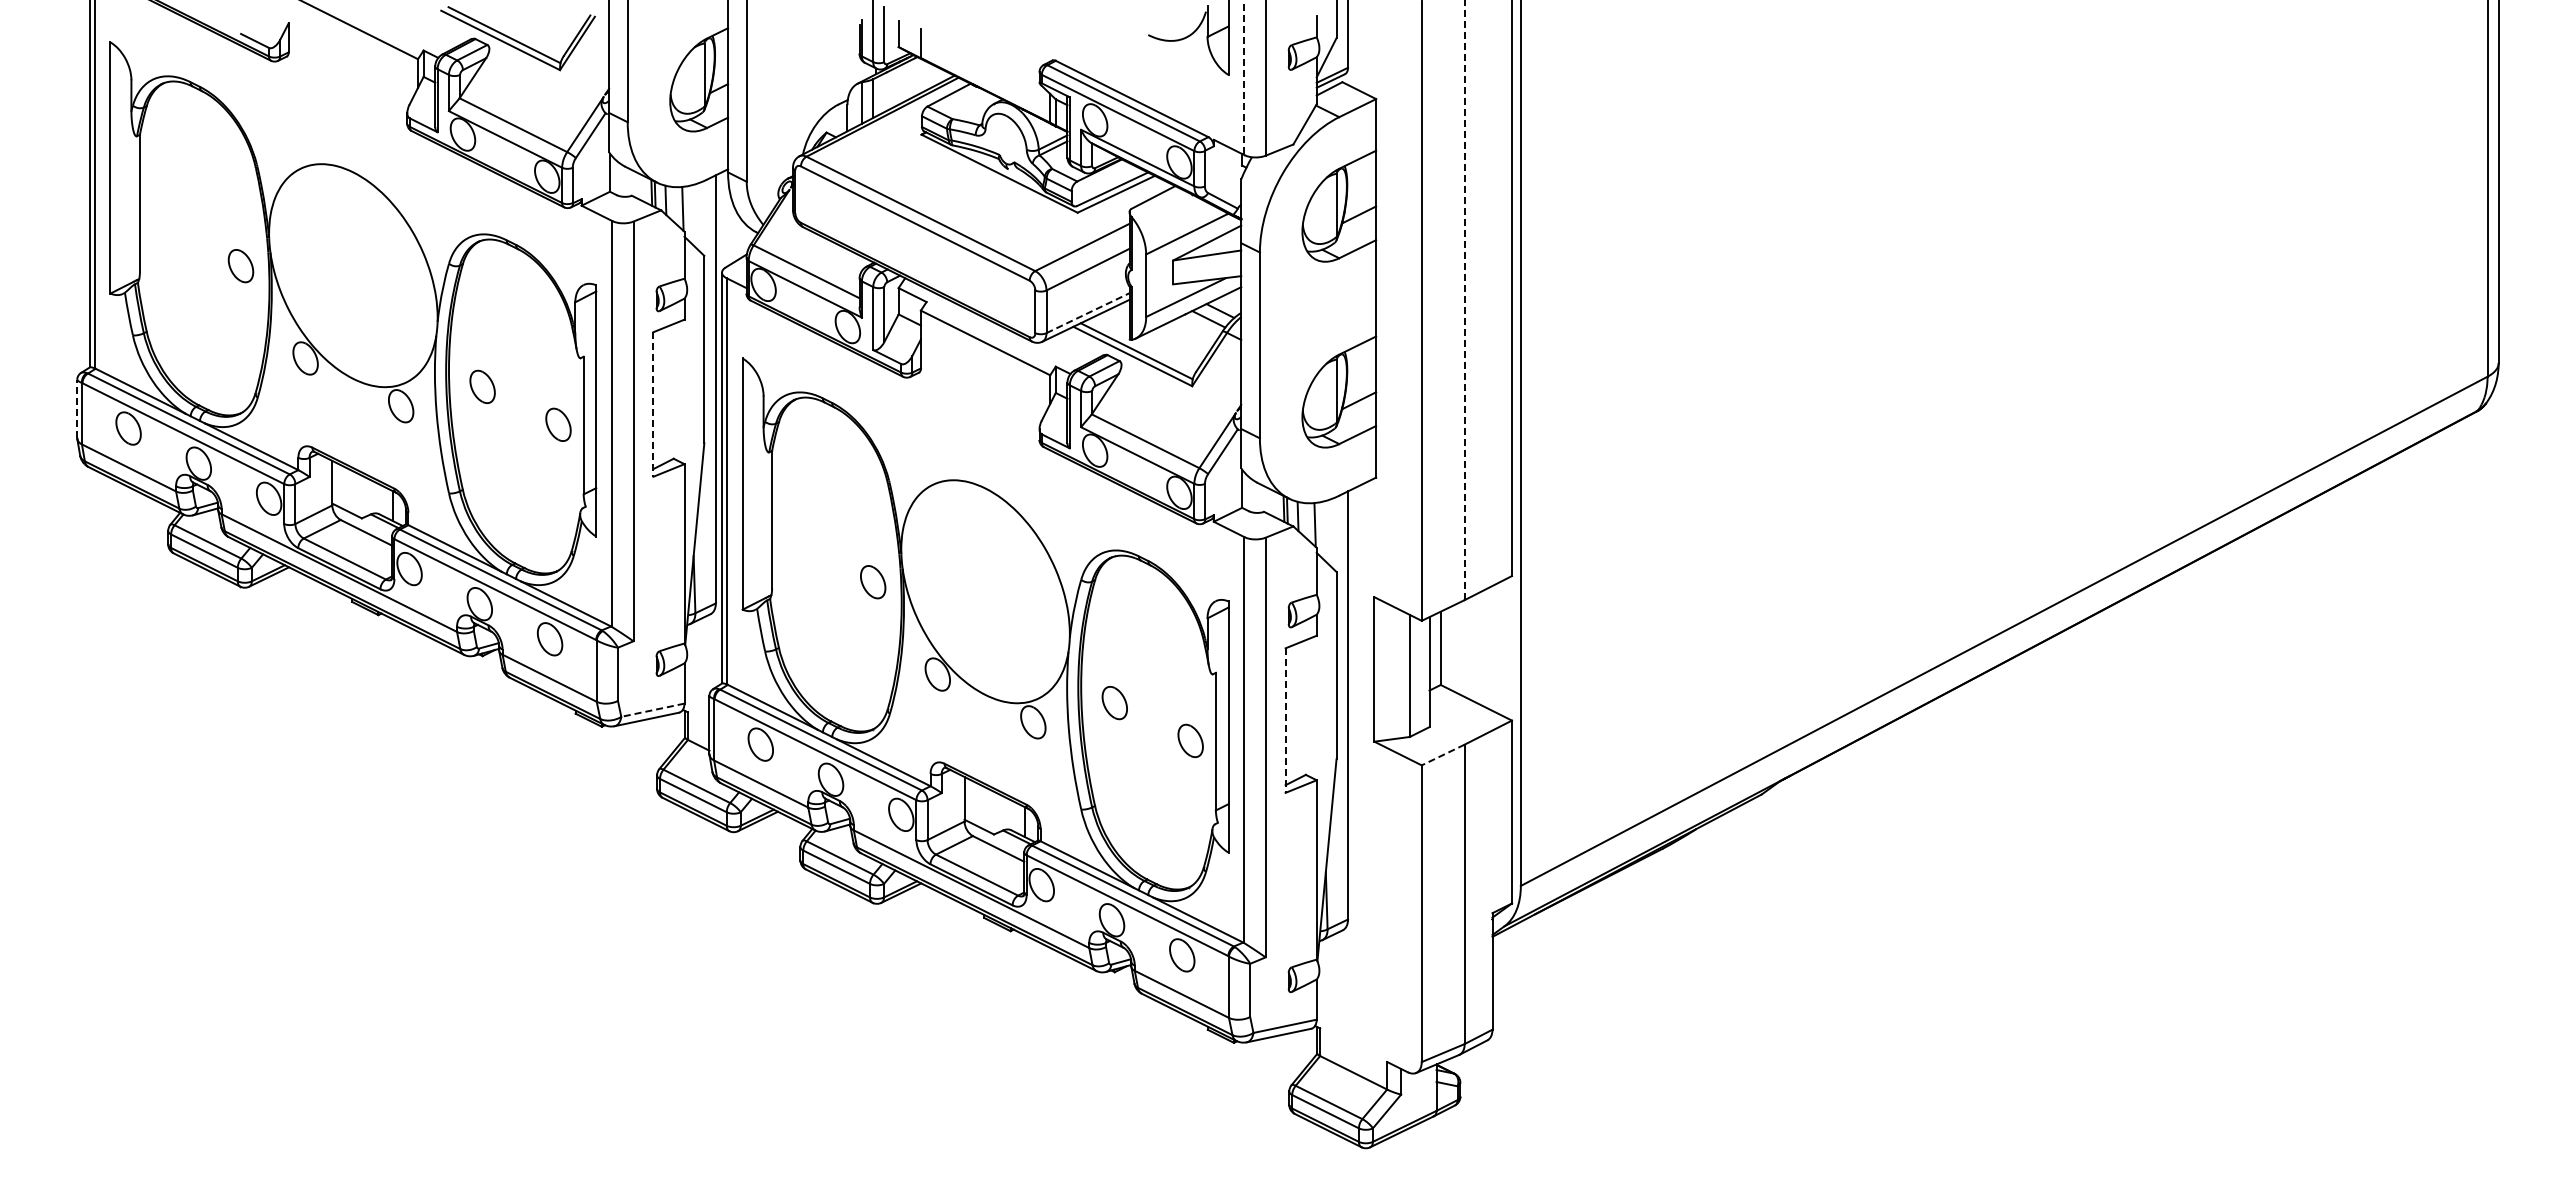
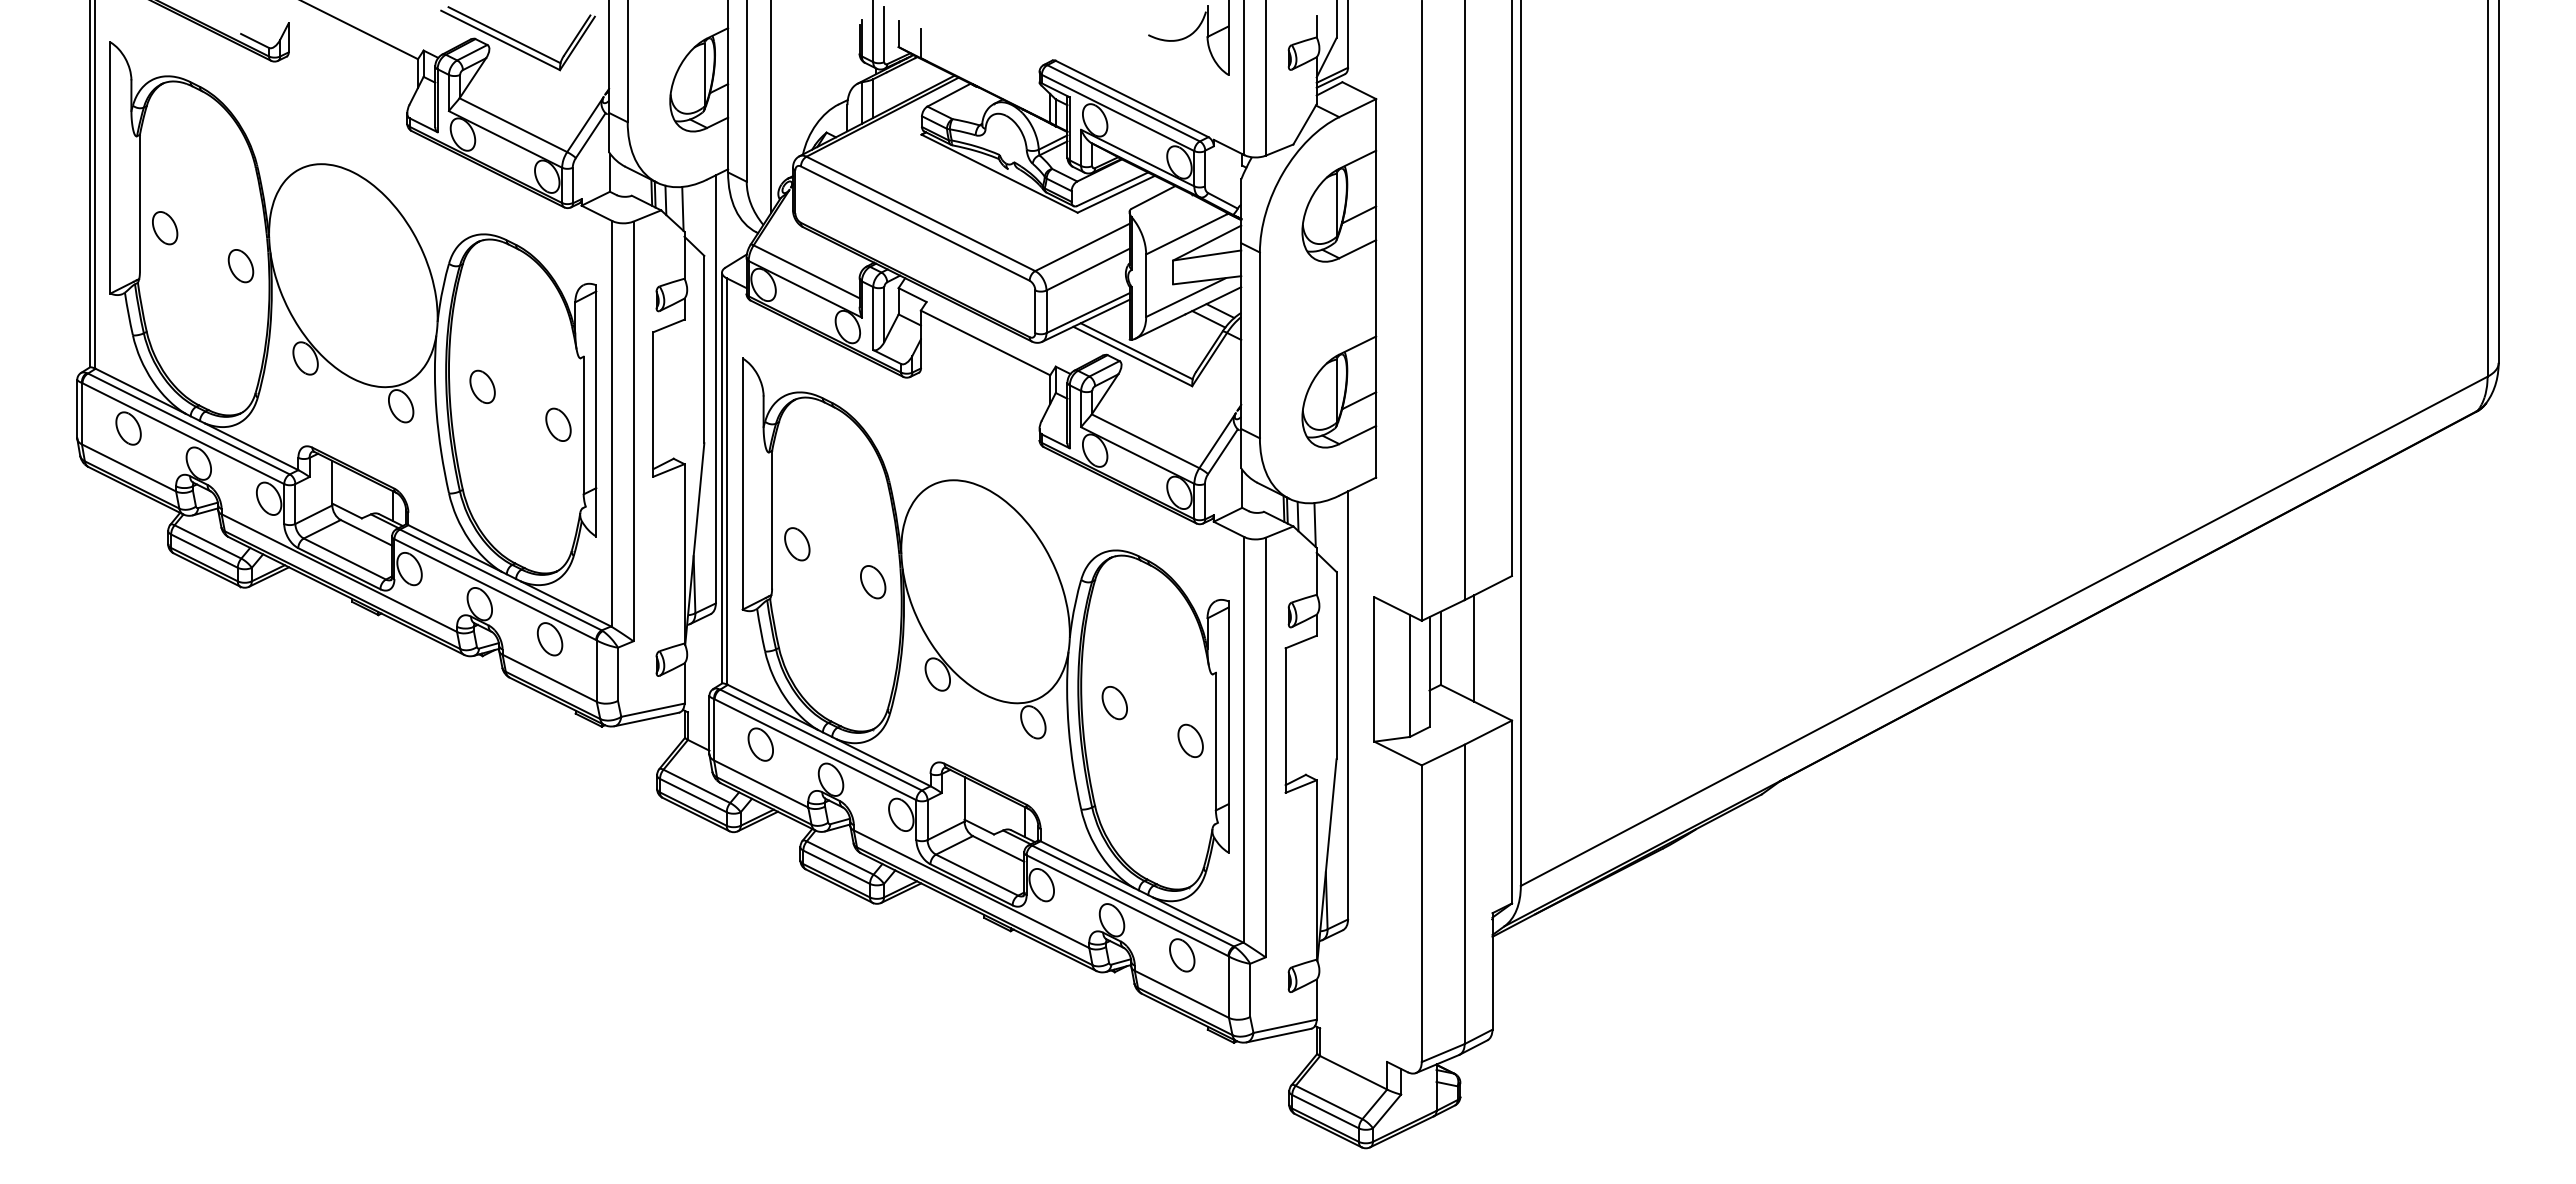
line at (1244, 78): dashed -> solid
line at (771, 107): none -> present
part at (165, 228): none -> present
line at (1464, 300): dashed -> solid
line at (1088, 312): dashed -> solid
line at (653, 405): dashed -> solid
line at (77, 408): dashed -> solid
part at (797, 544): none -> present
line at (1474, 648): none -> present
line at (652, 710): dashed -> solid
line at (1285, 721): dashed -> solid
line at (1443, 755): dashed -> solid
